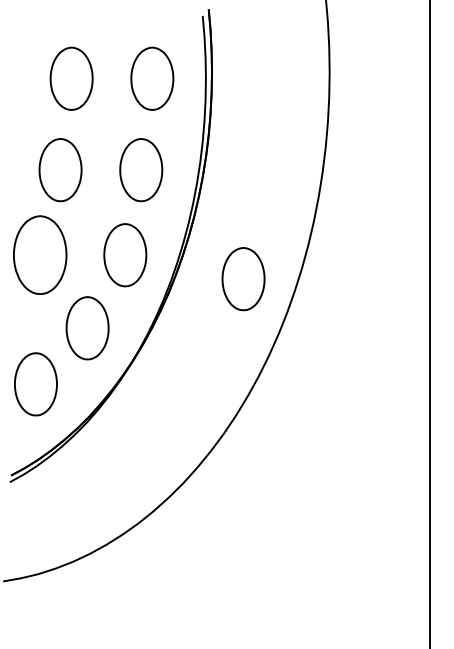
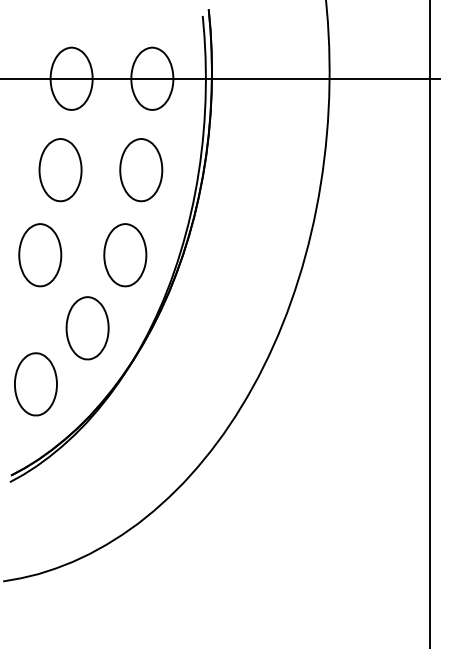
line at (221, 78): none -> present
part at (40, 254) size: 55x80 px -> 45x65 px
part at (243, 279): present -> none
